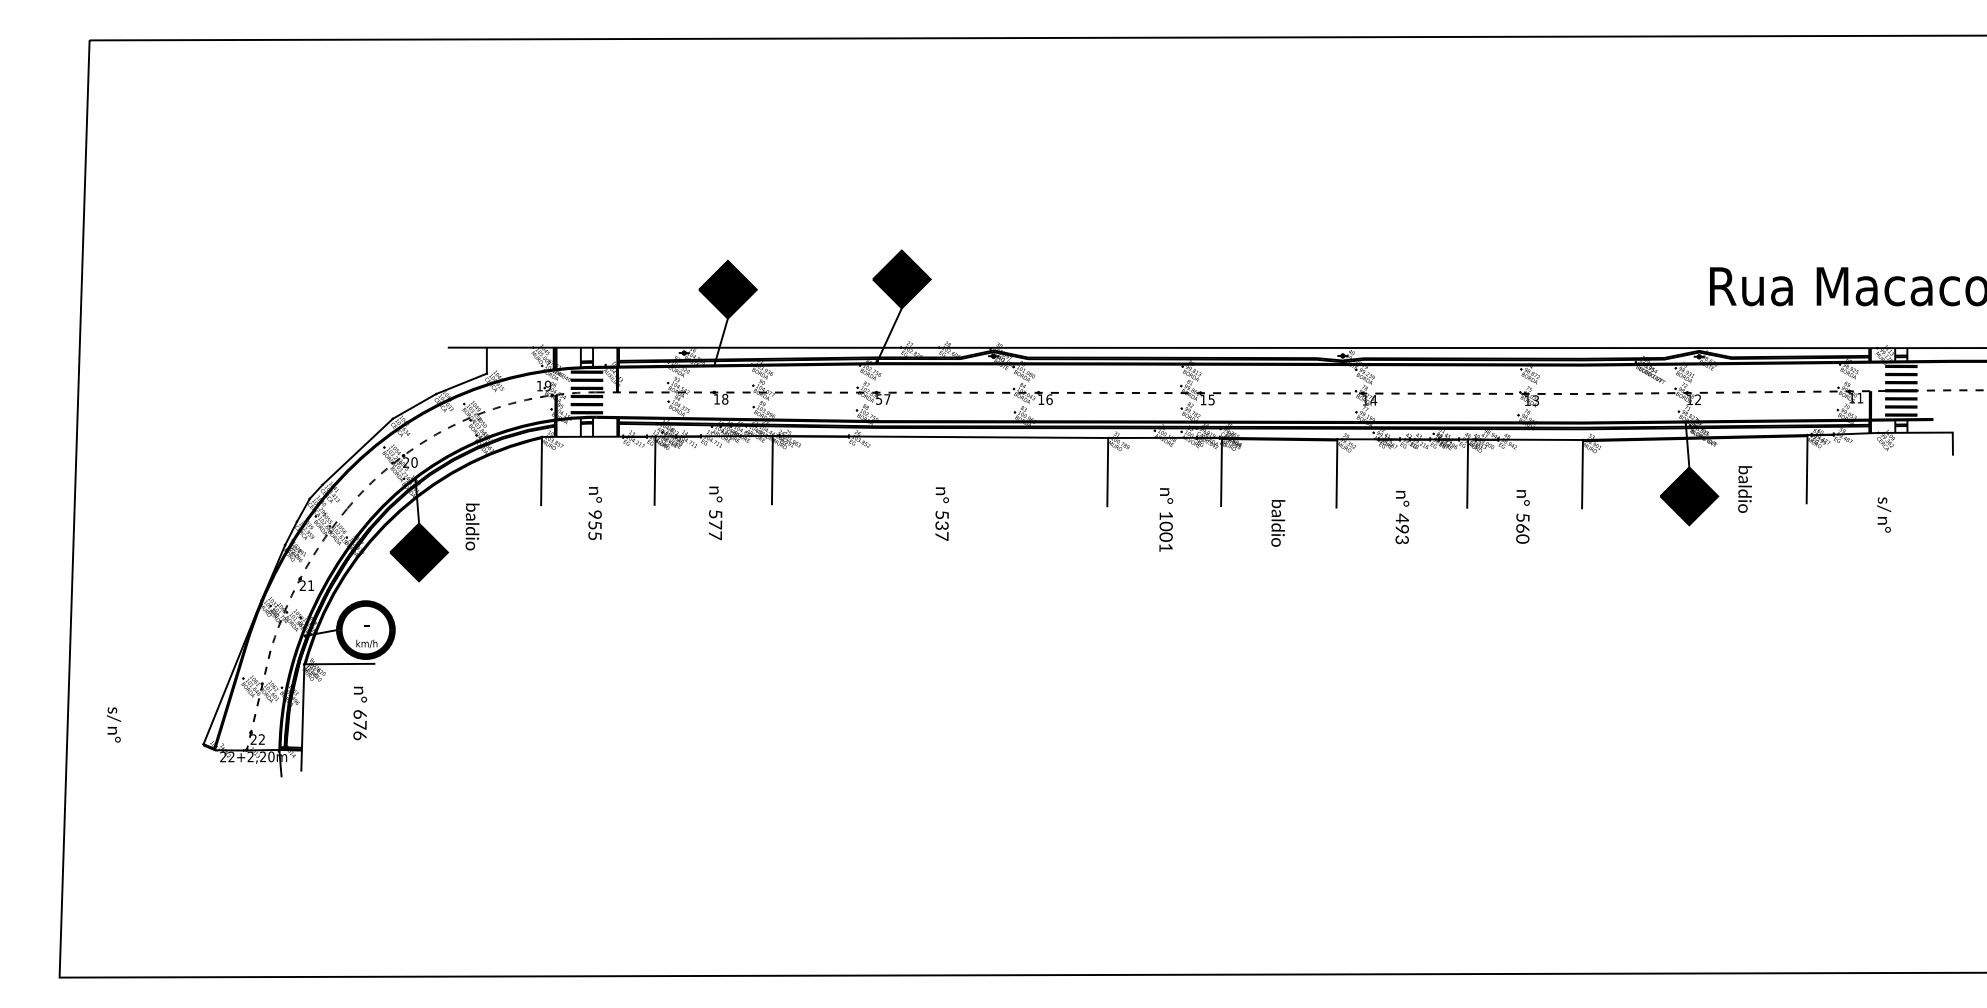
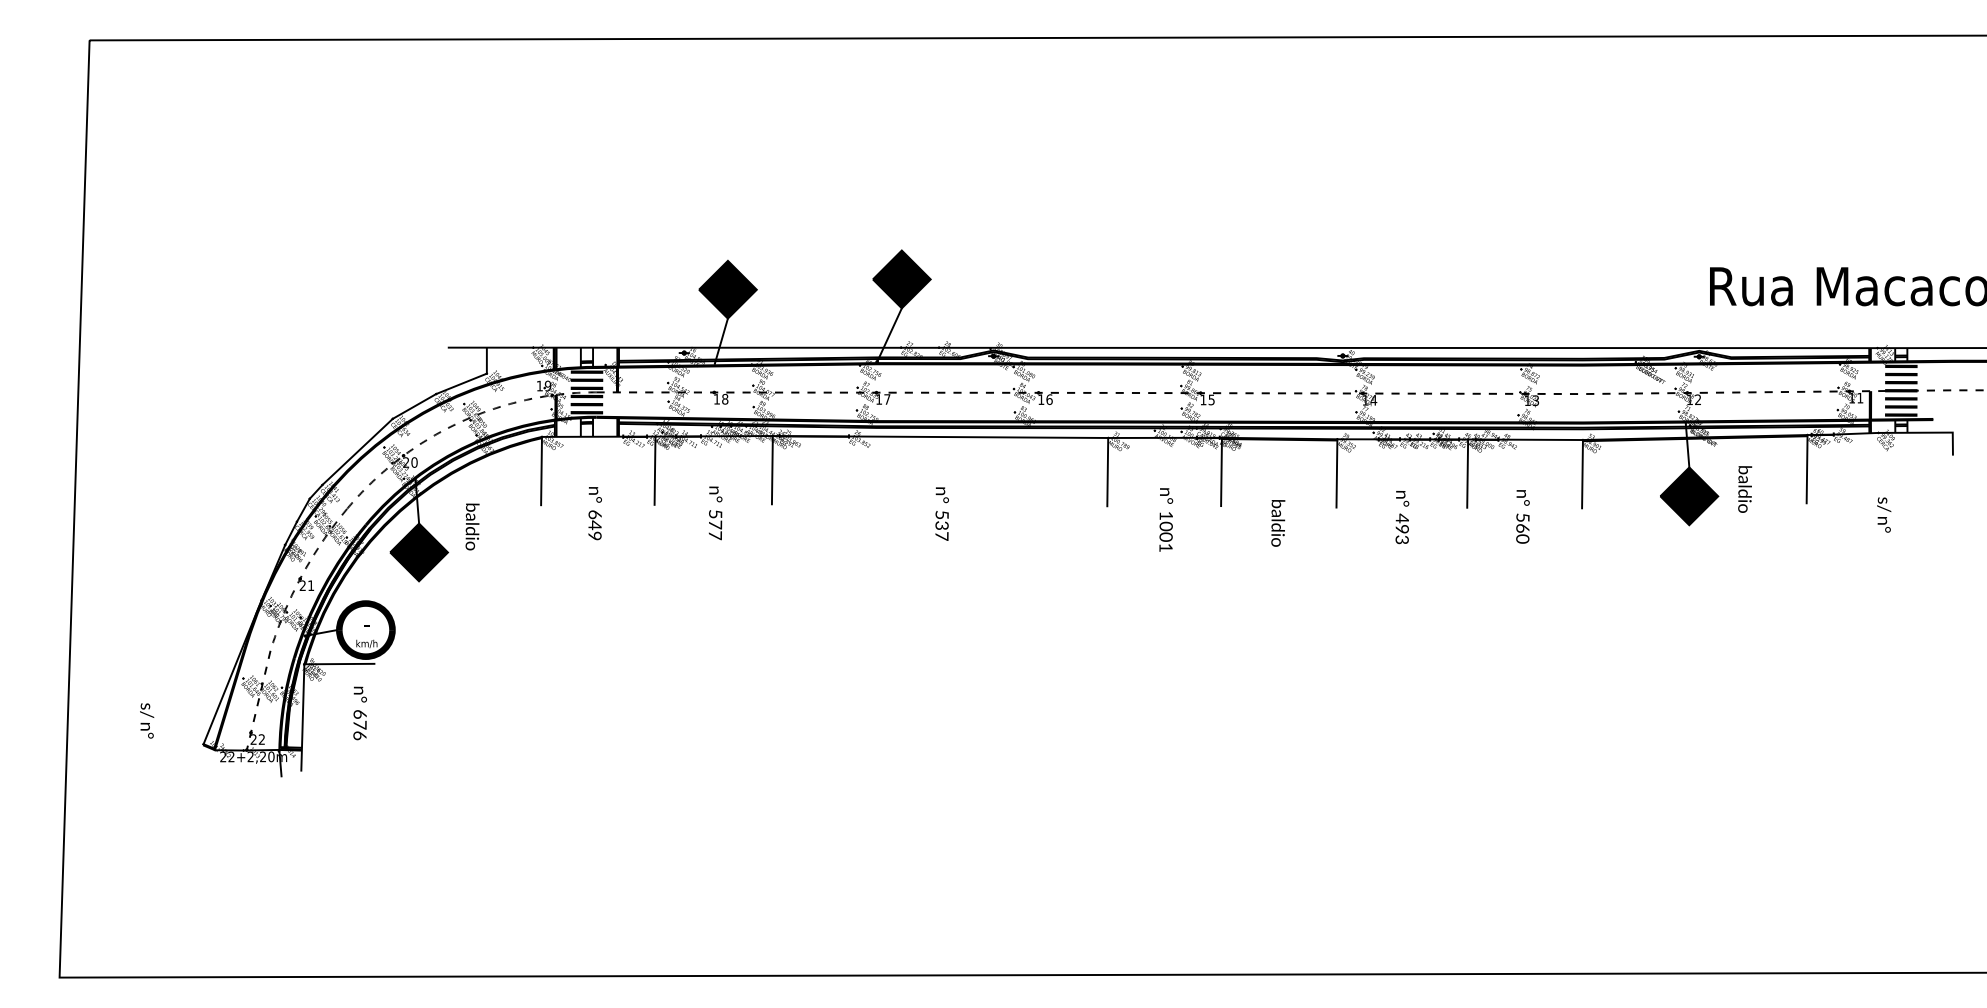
text at (879, 399): 57 -> 17
text at (594, 525): 955 -> 649
text at (114, 724) position: (114, 724) -> (147, 720)
